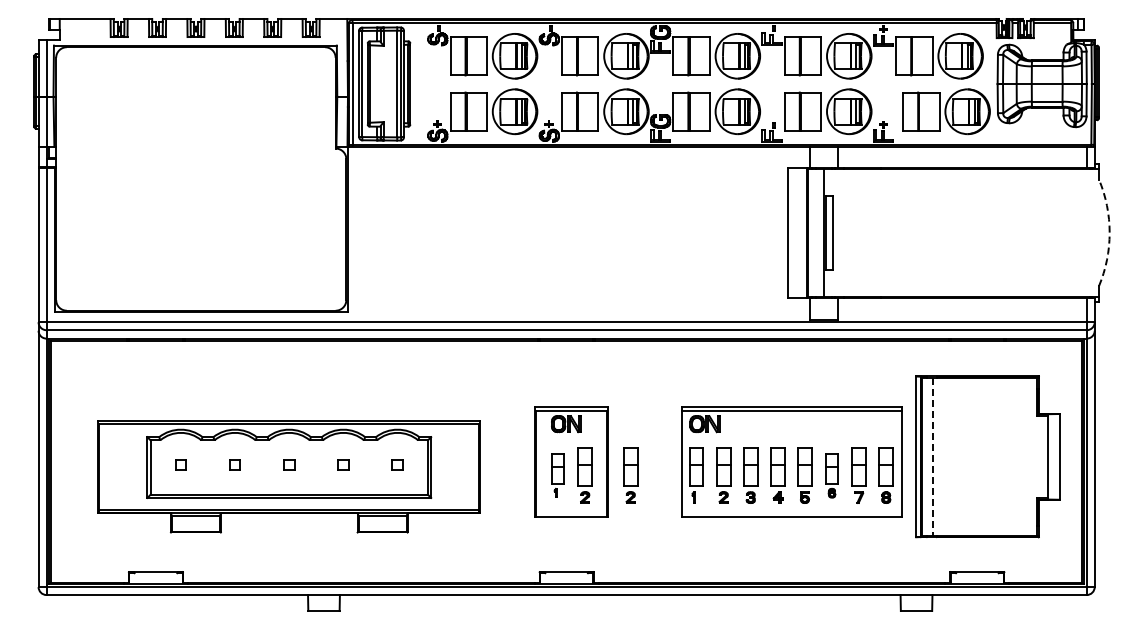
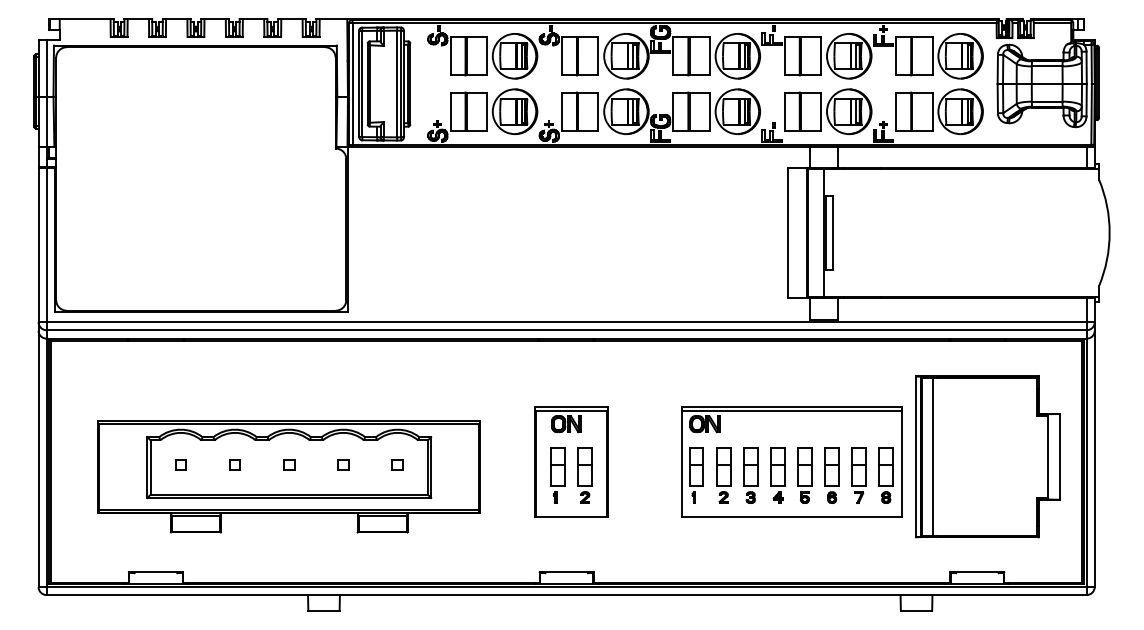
part at (946, 111) position: (946, 111) -> (939, 111)
arc at (1109, 232): dashed -> solid
line at (932, 457): dashed -> solid
part at (557, 475) size: 14x45 px -> 16x57 px
part at (630, 475): present -> none
part at (831, 475) size: 14x46 px -> 16x57 px
